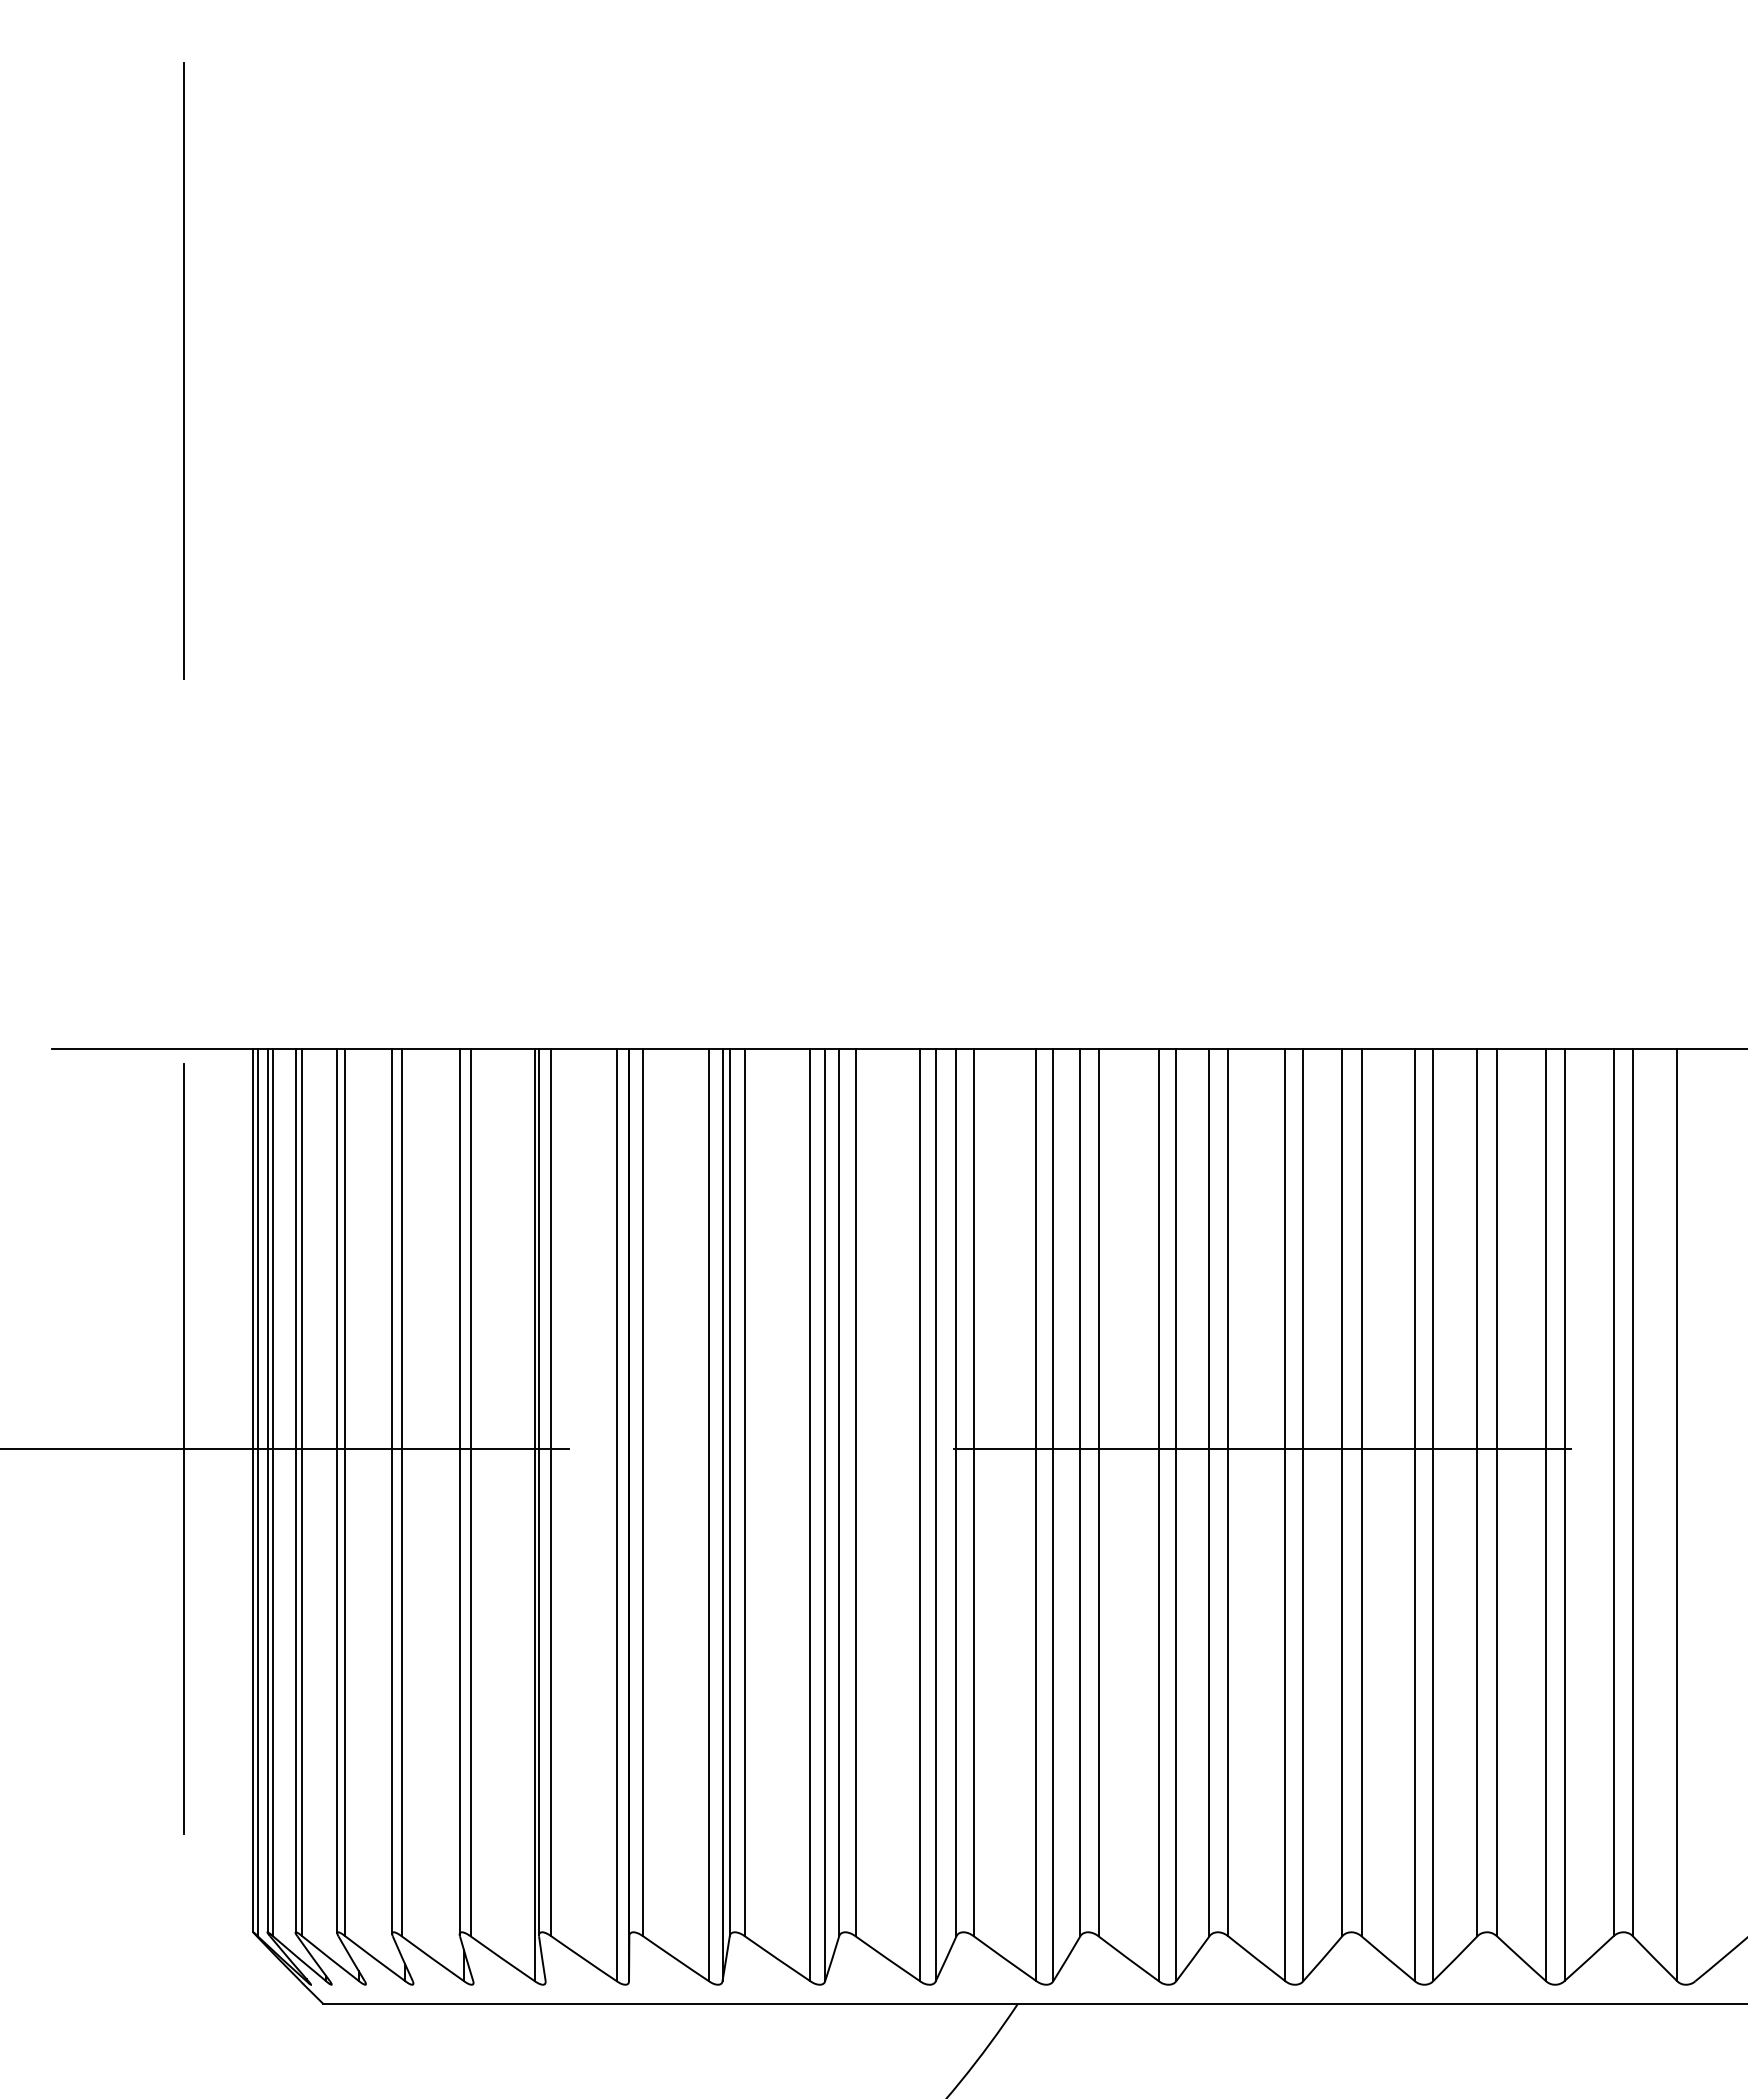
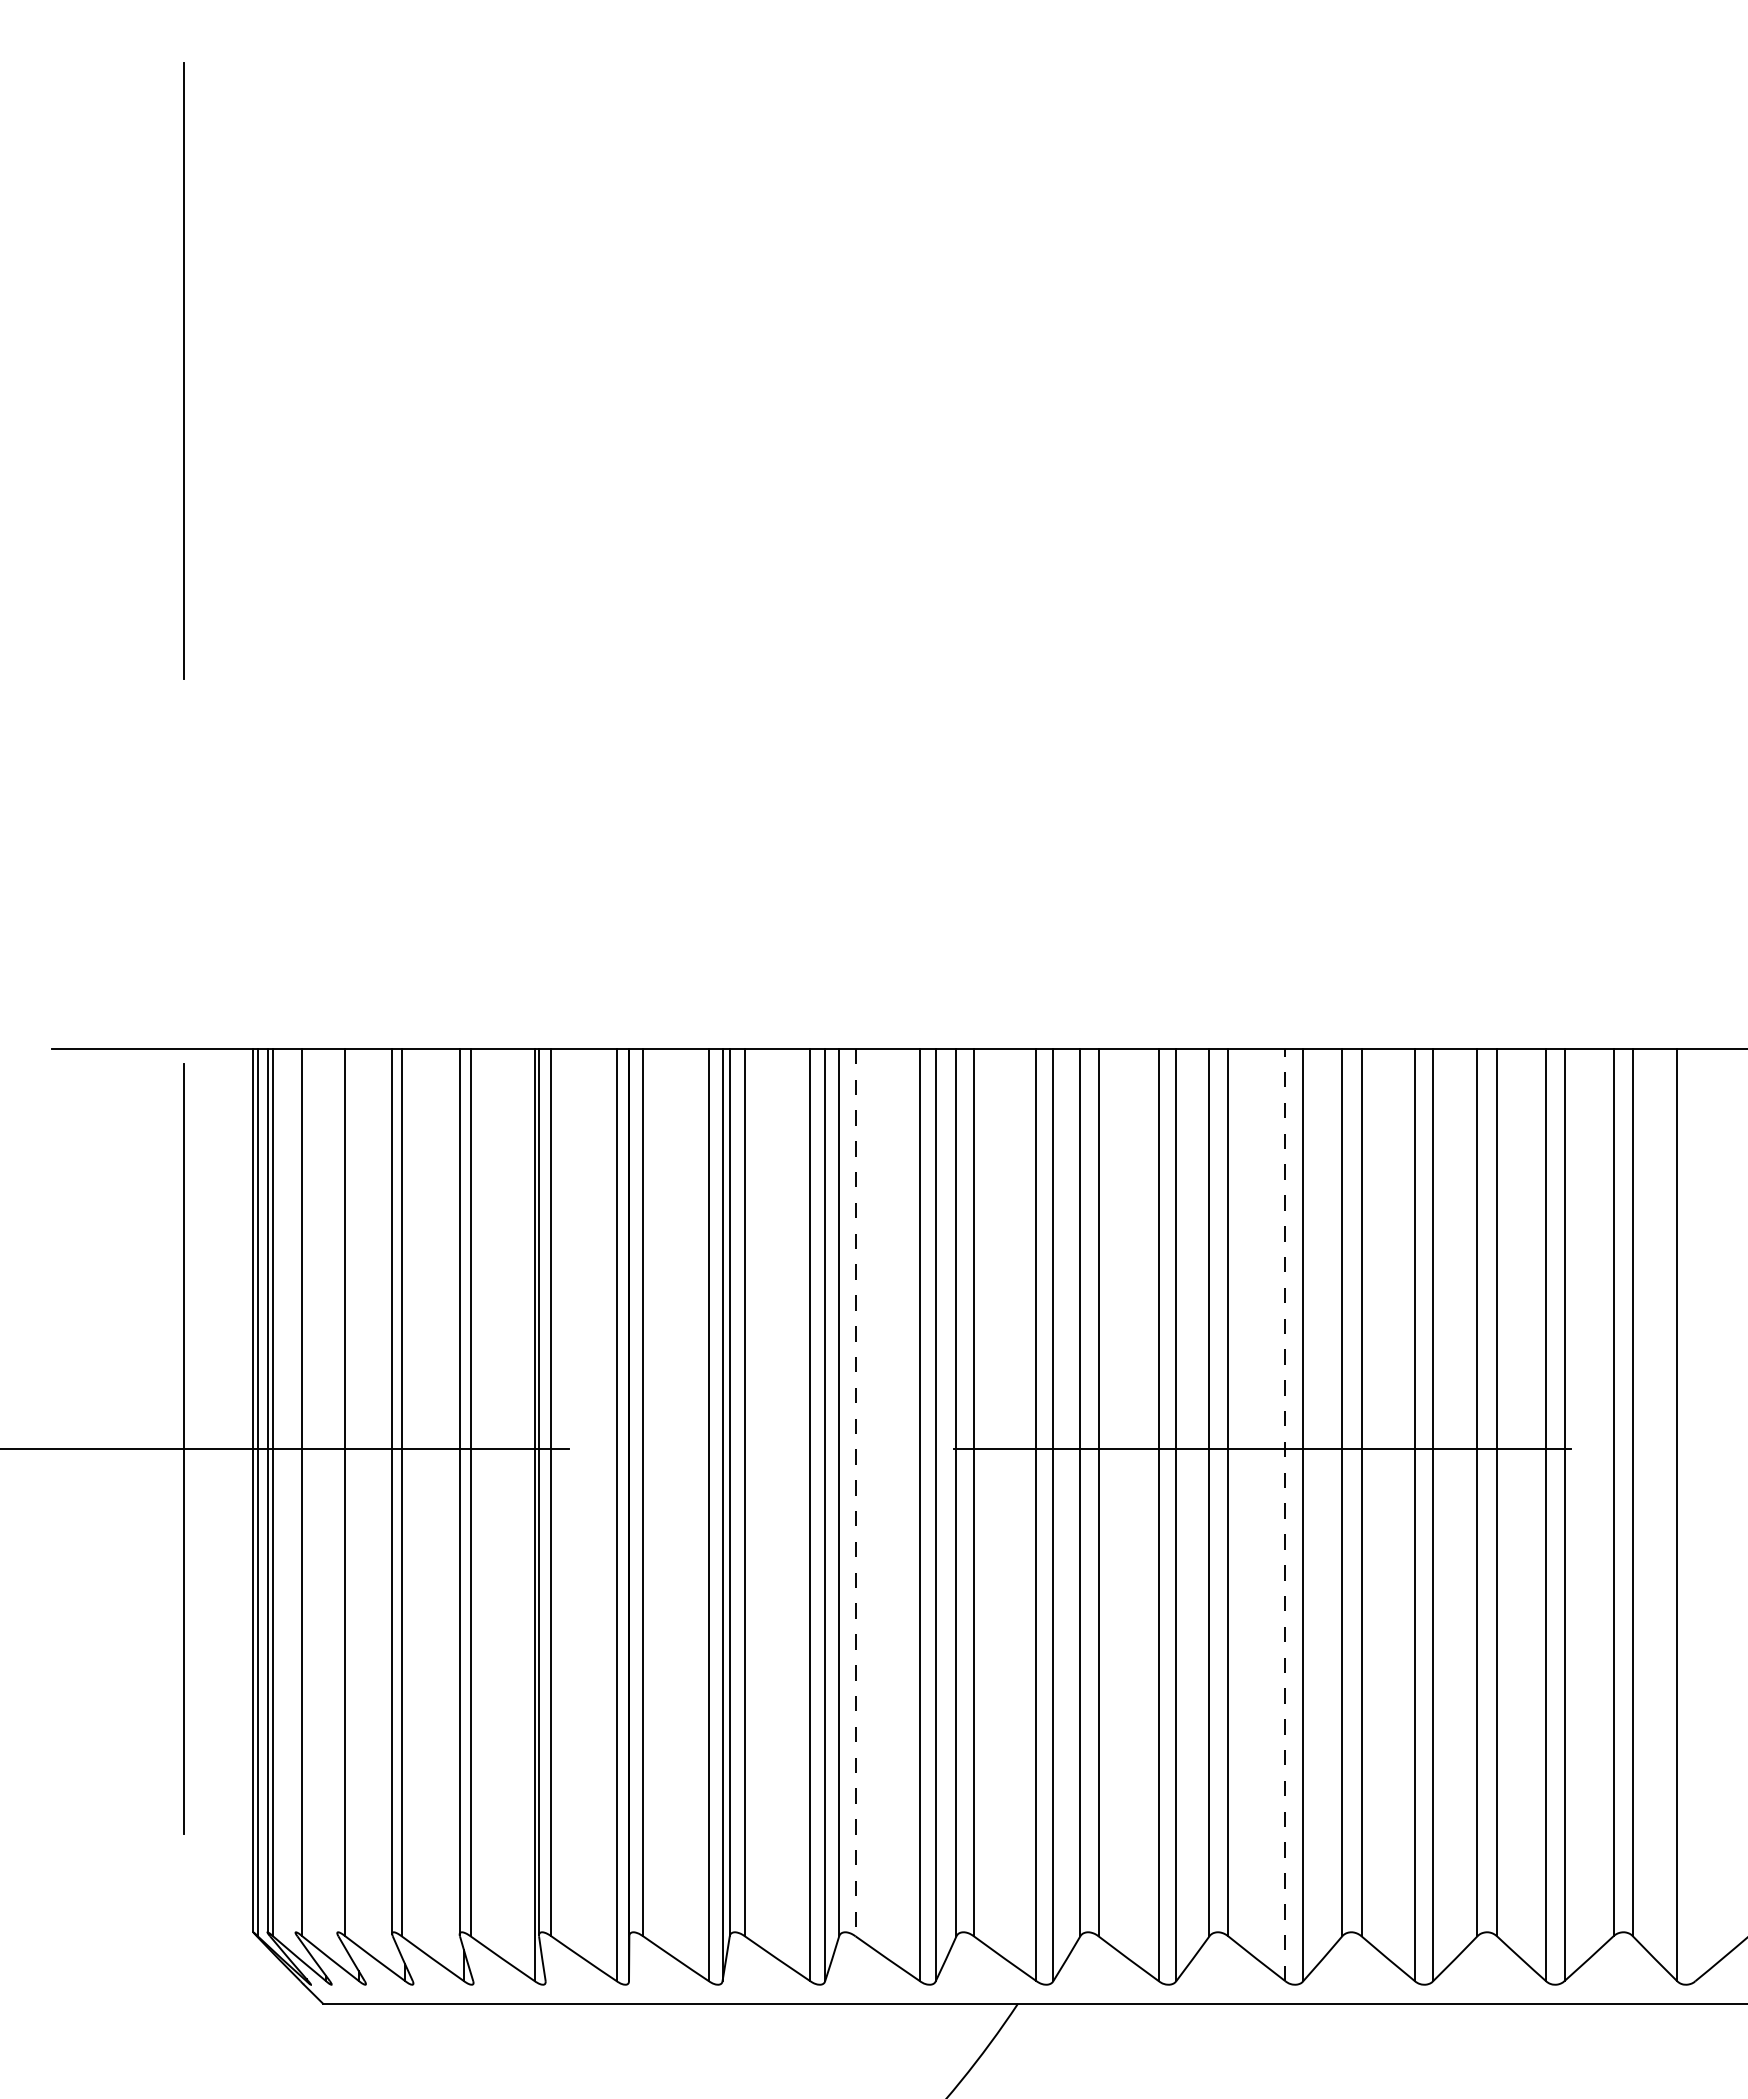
line at (295, 1490): present -> none
line at (337, 1490): present -> none
line at (855, 1492): solid -> dashed
line at (1285, 1514): solid -> dashed
